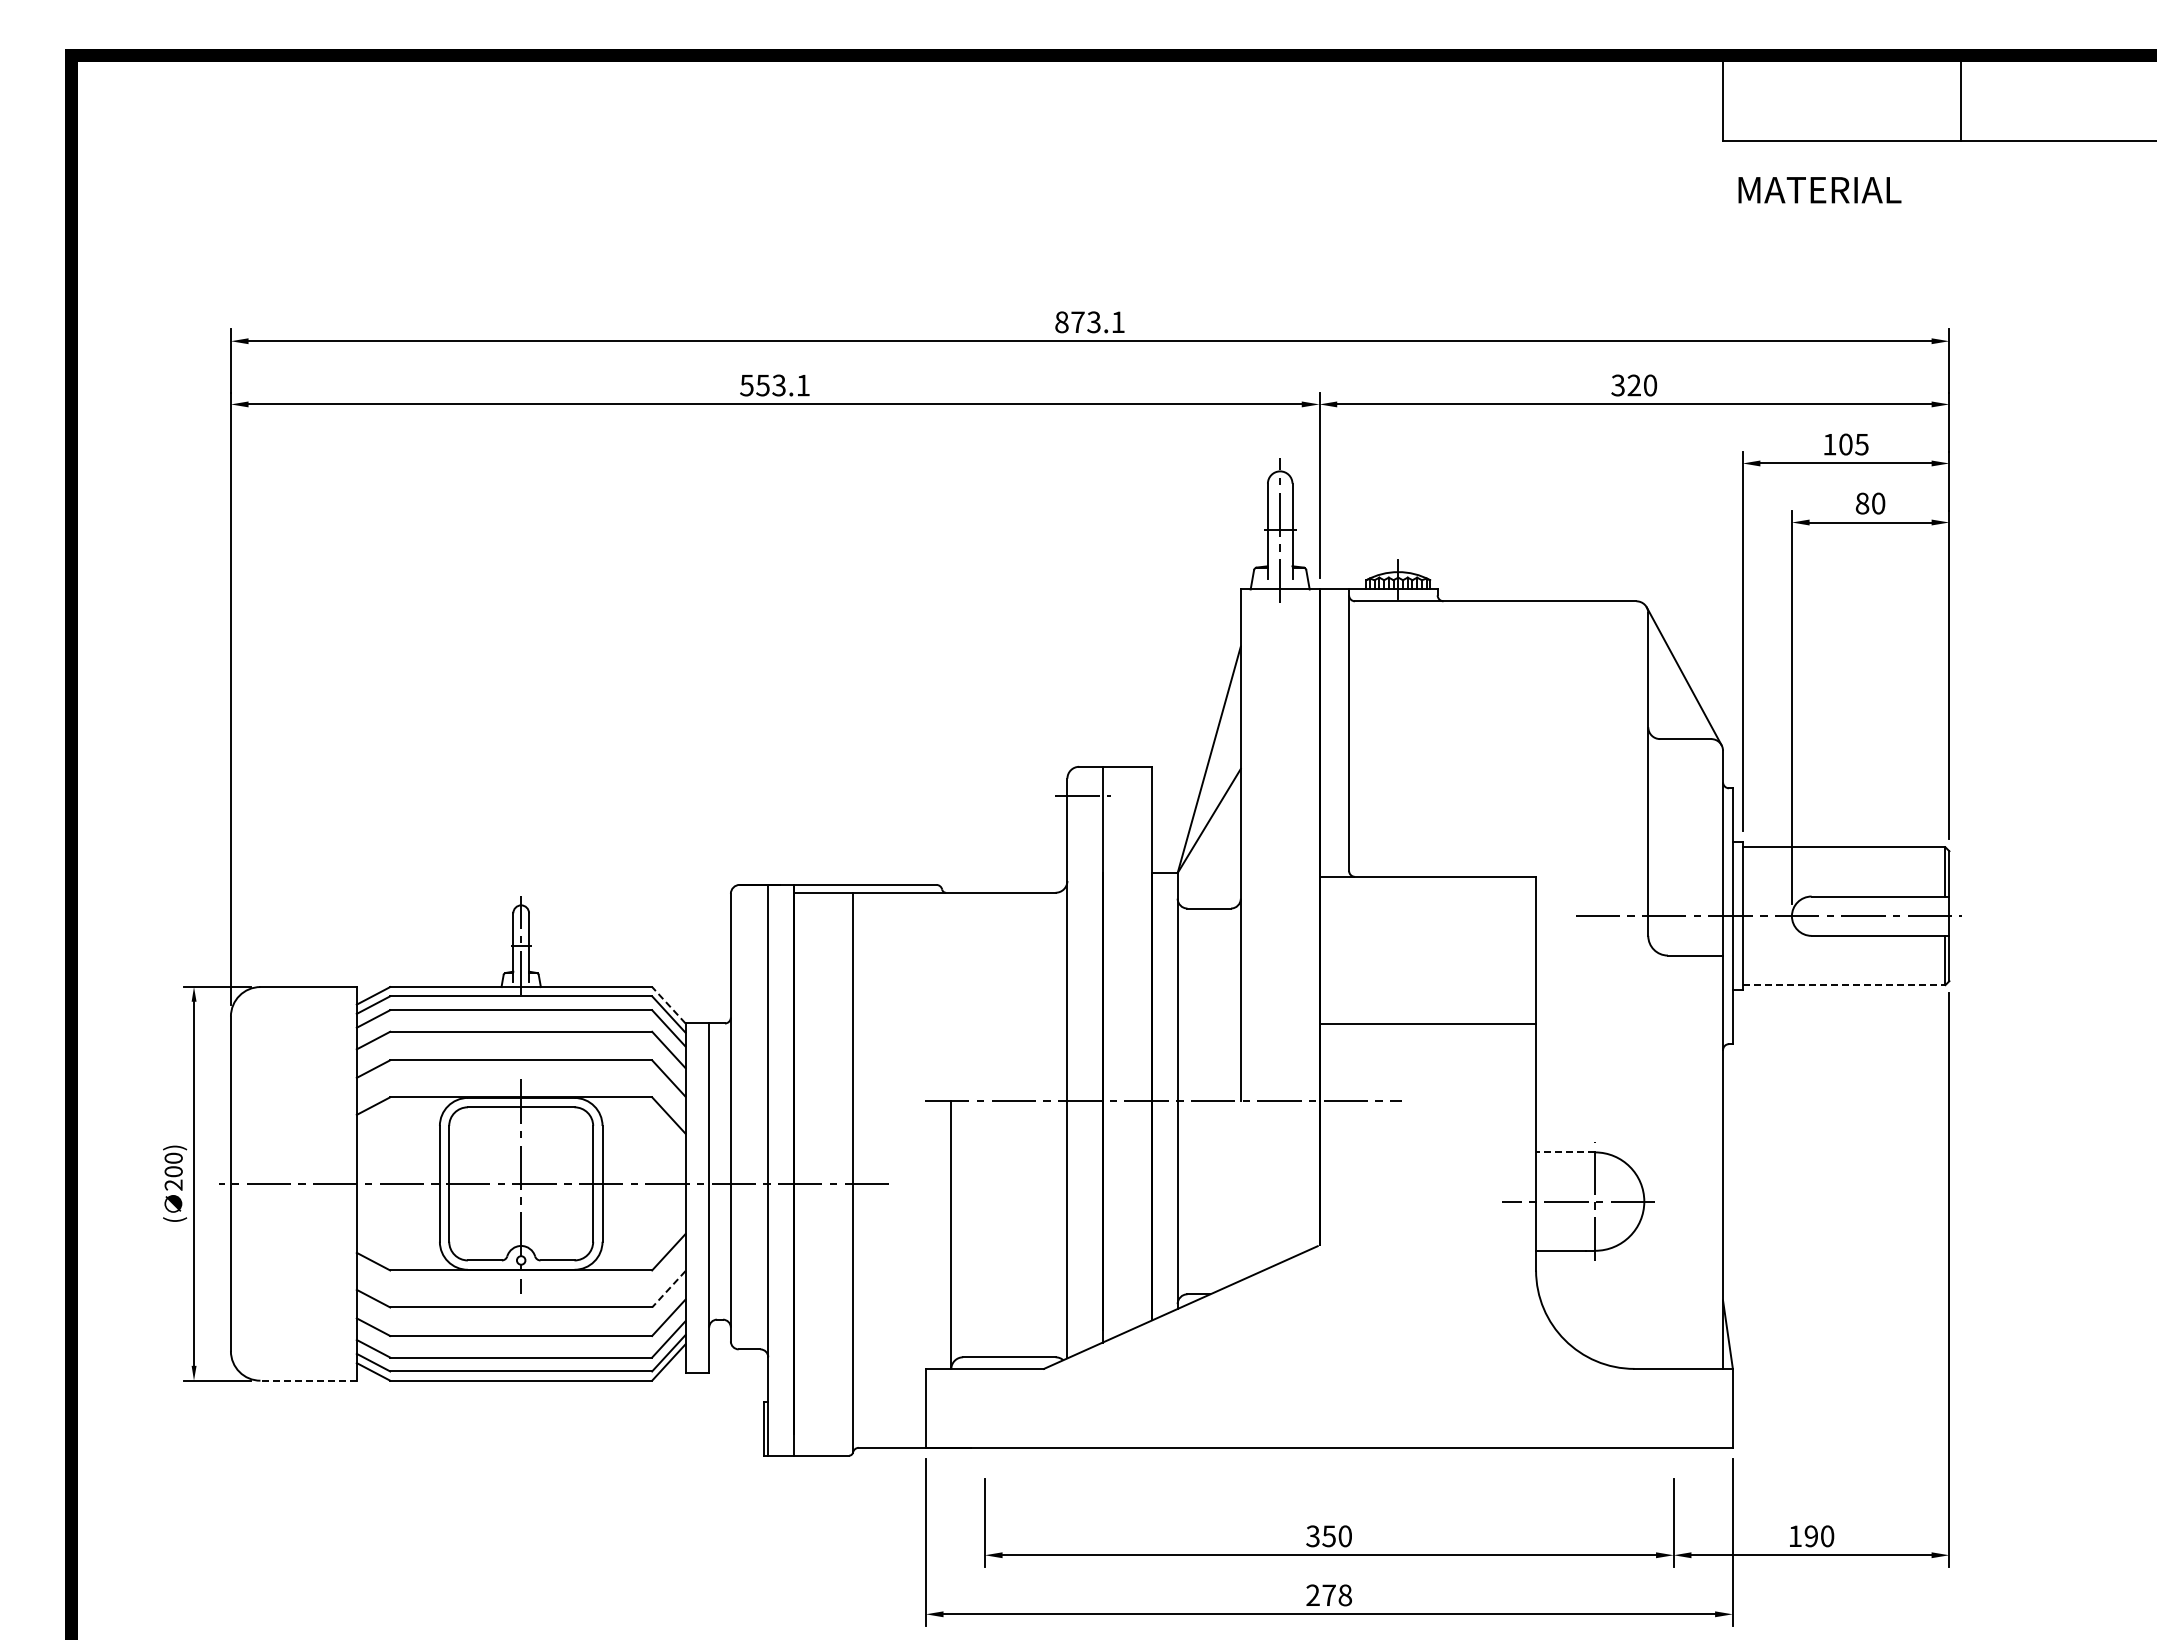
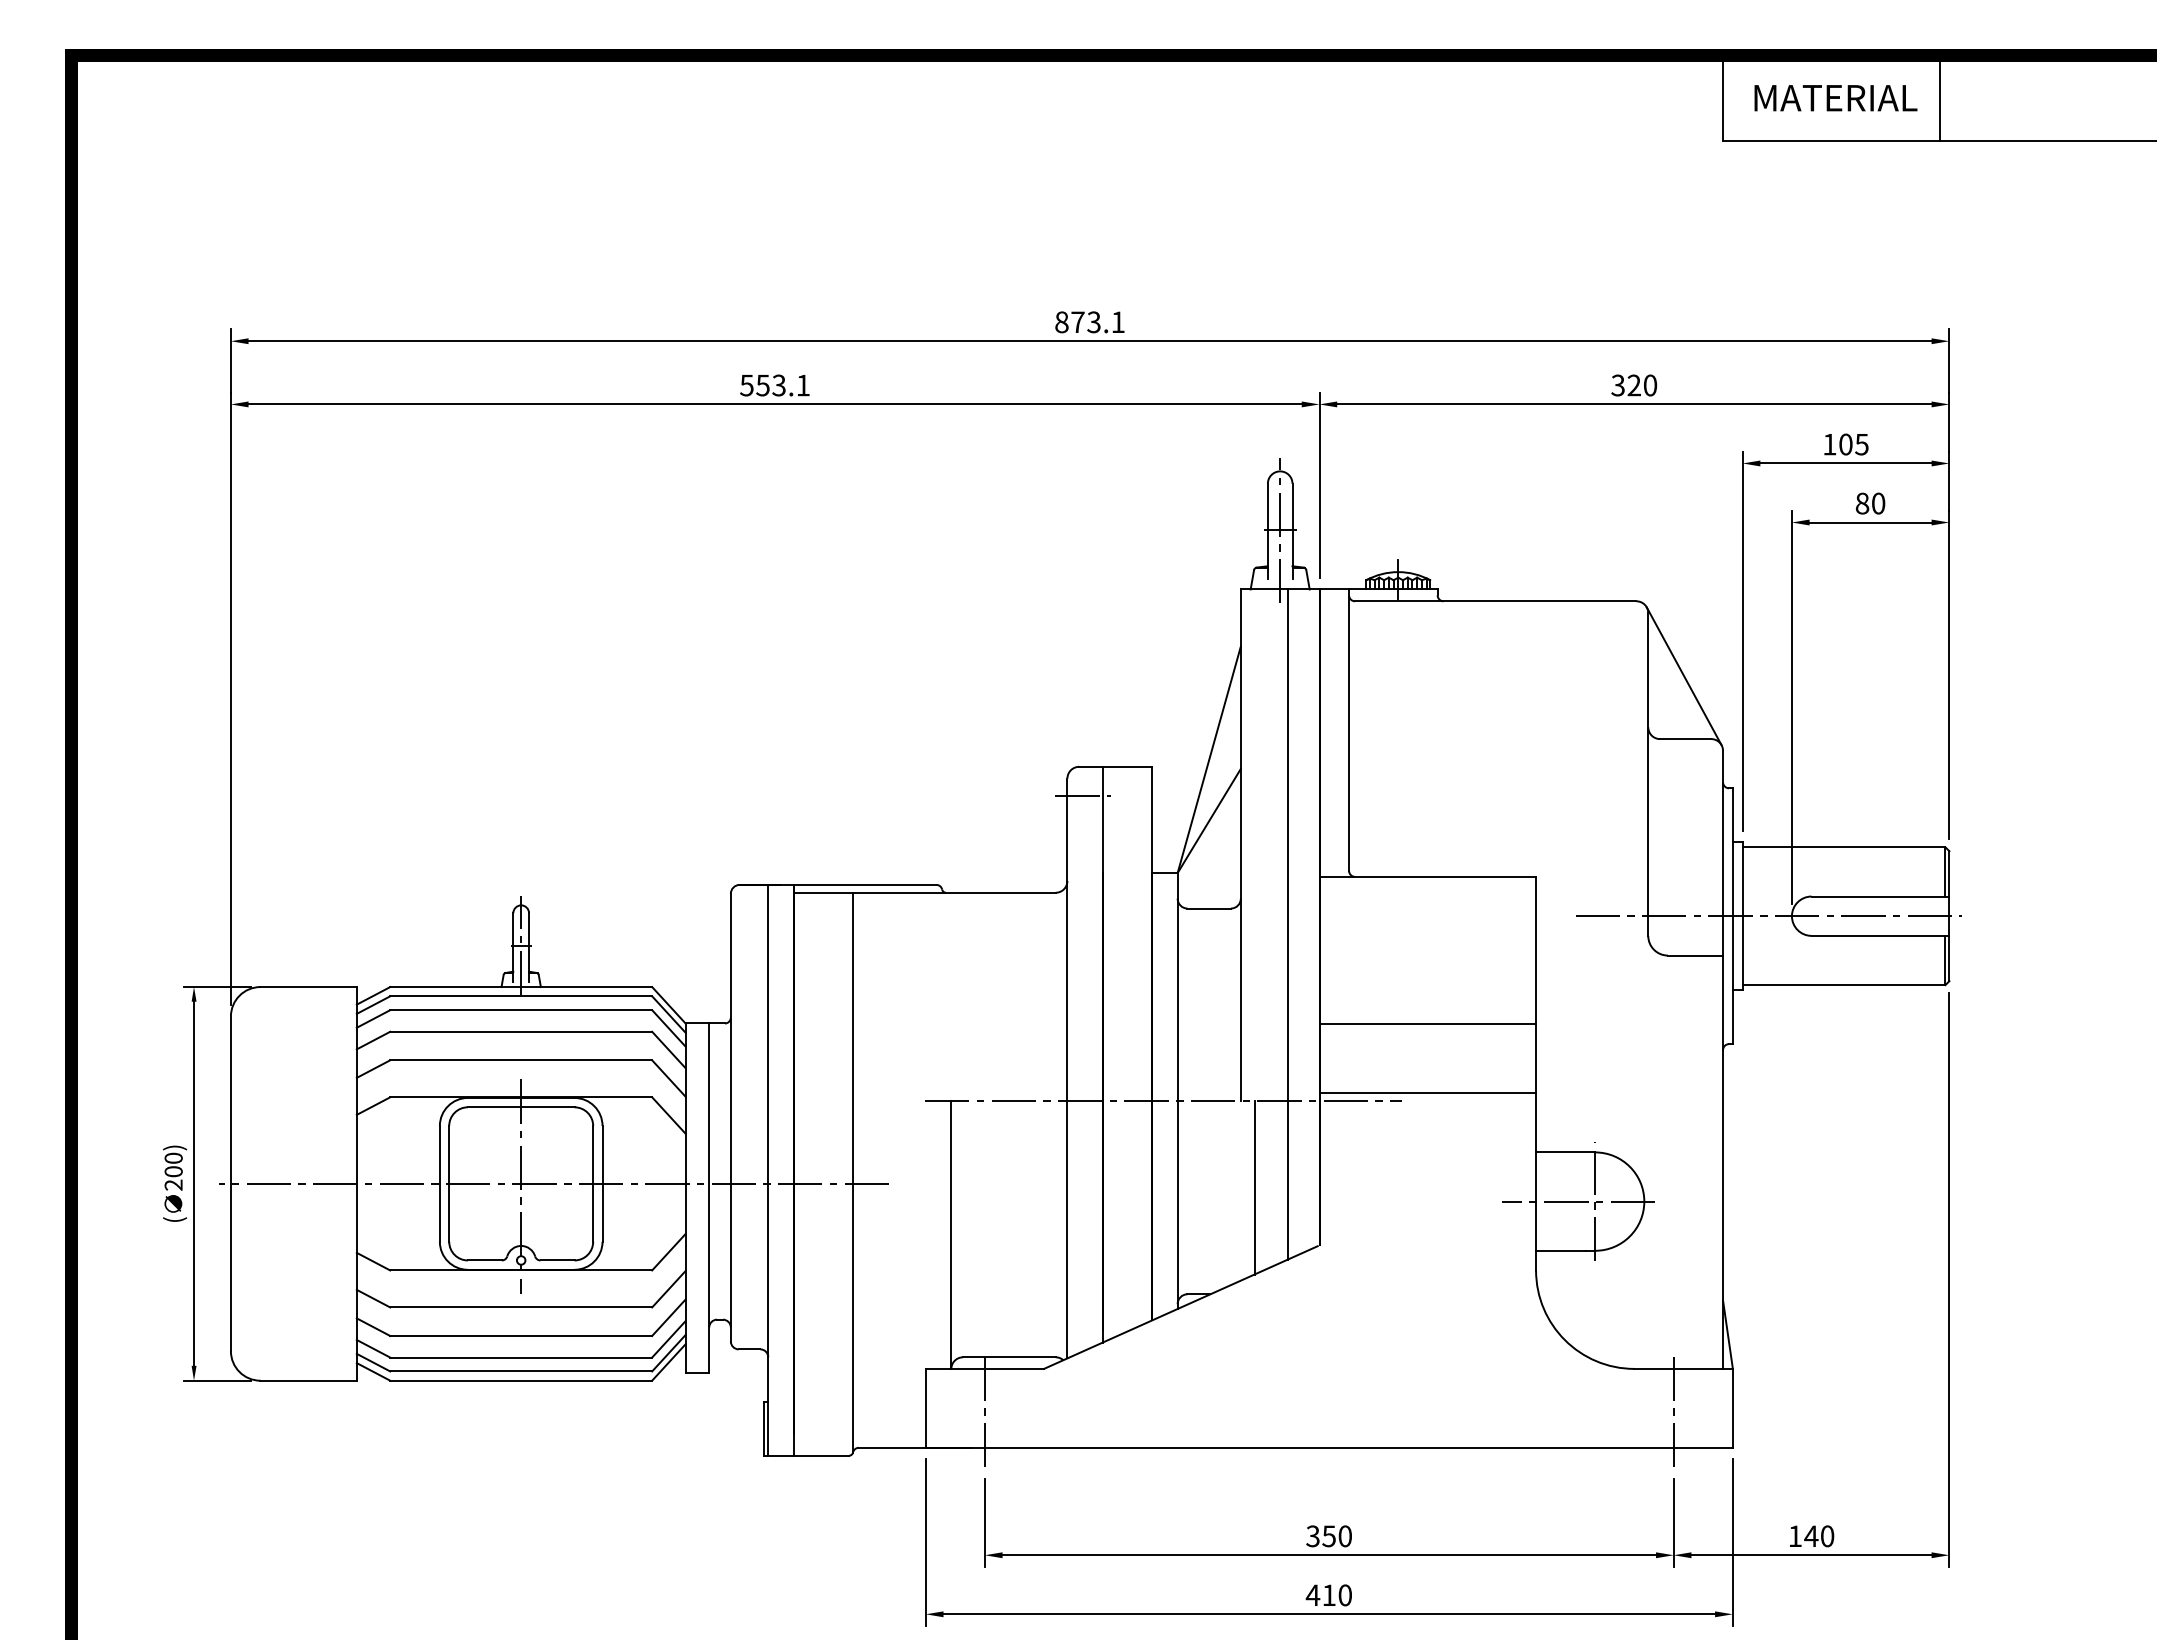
line at (1960, 97) position: (1960, 97) -> (1939, 97)
text at (1819, 190) position: (1819, 190) -> (1835, 98)
line at (1288, 924): none -> present
line at (1844, 985): dashed -> solid
line at (668, 1005): dashed -> solid
line at (1427, 1093): none -> present
line at (1565, 1152): dashed -> solid
line at (1254, 1187): none -> present
line at (668, 1289): dashed -> solid
line at (308, 1380): dashed -> solid
line at (984, 1411): none -> present
line at (1673, 1411): none -> present
text at (1811, 1536): 190 -> 140
text at (1328, 1595): 278 -> 410
